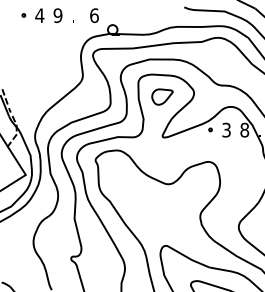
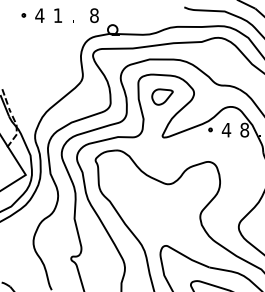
text at (57, 15): 9 -> 1
text at (94, 15): 6 -> 8
text at (226, 129): 3 -> 4
